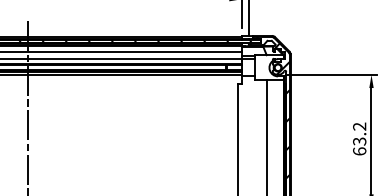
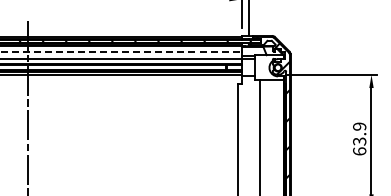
line at (121, 51): solid -> dashed
text at (359, 126): 63.2 -> 63.9
line at (267, 136) position: (267, 136) -> (260, 136)
